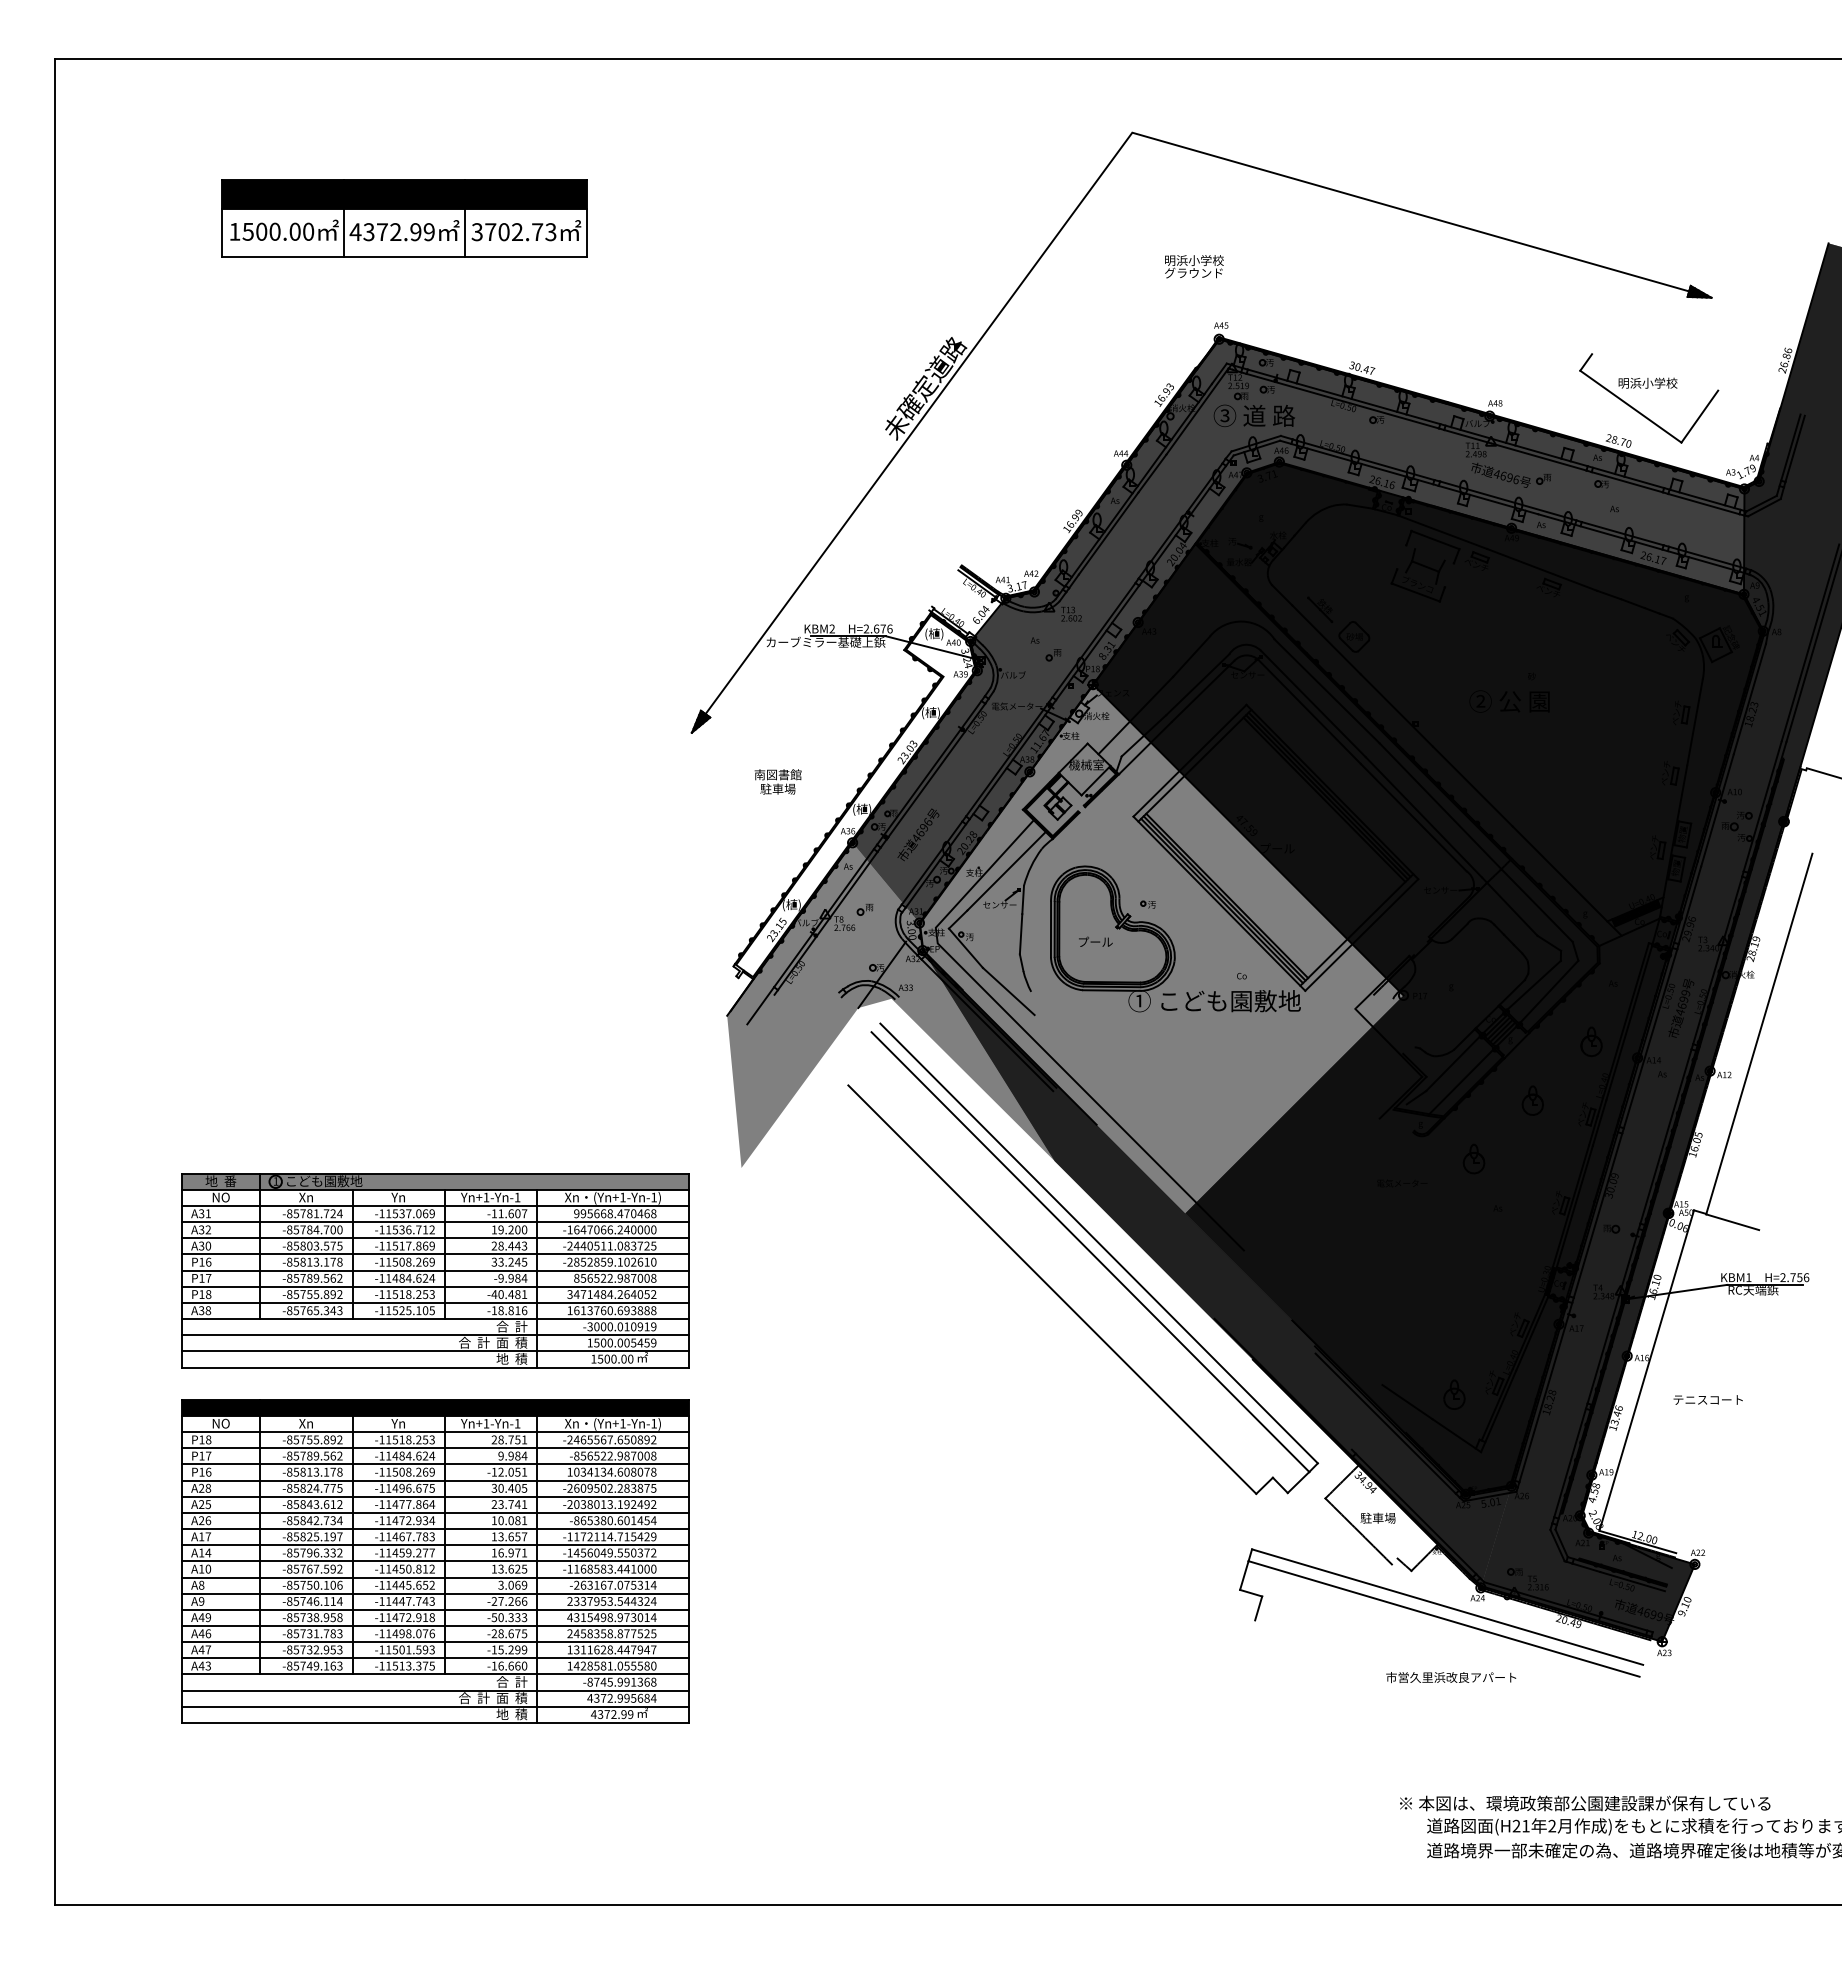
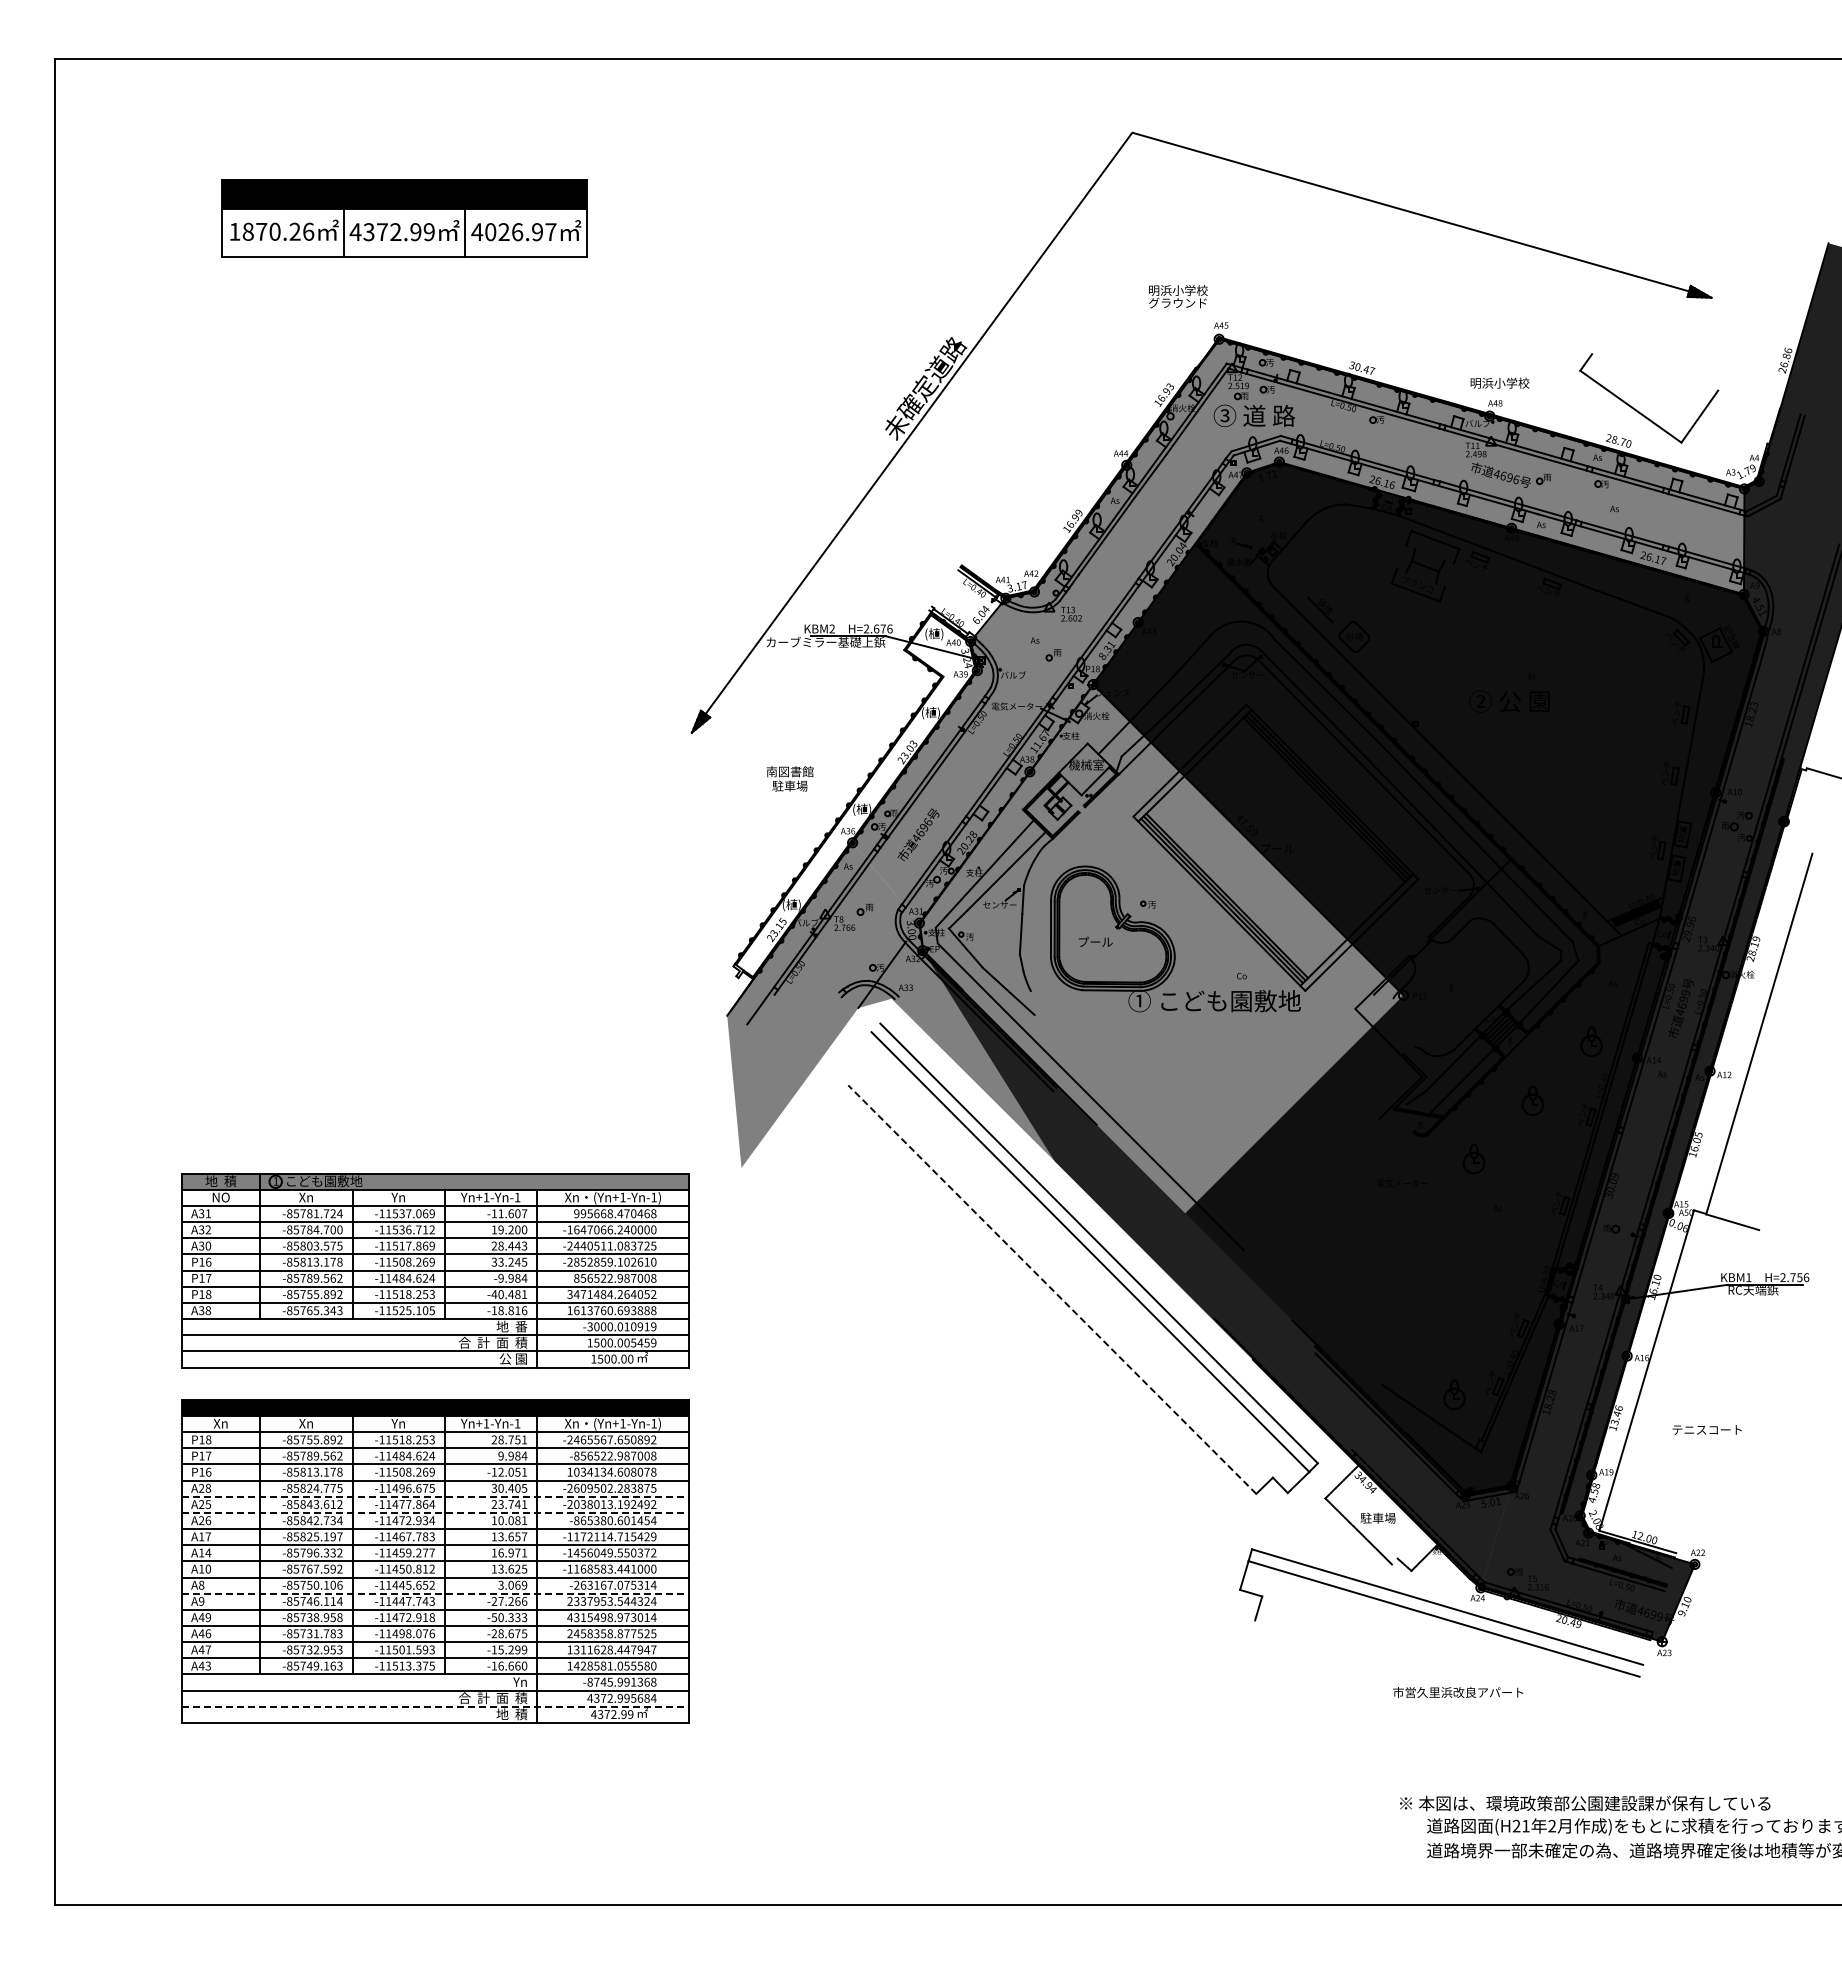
text at (278, 231): 1500.00 -> 1870.26
text at (513, 232): 3702.73 -> 4026.97
text at (1194, 266) position: (1194, 266) -> (1178, 296)
text at (1647, 382) position: (1647, 382) -> (1499, 382)
fill at (1298, 631): present -> none
text at (777, 781) position: (777, 781) -> (789, 778)
text at (230, 1180): 地  番 -> 地  積
line at (1052, 1289): solid -> dashed
text at (511, 1326): 合  計 -> 地  番
text at (511, 1358): 地  積 -> 公 園
text at (1707, 1399) position: (1707, 1399) -> (1706, 1429)
text at (220, 1423): NO -> Xn
line at (435, 1496): solid -> dashed
line at (435, 1512): solid -> dashed
line at (435, 1593): solid -> dashed
text at (1451, 1677) position: (1451, 1677) -> (1458, 1692)
text at (511, 1681): 合  計 -> Yn
line at (435, 1706): solid -> dashed
